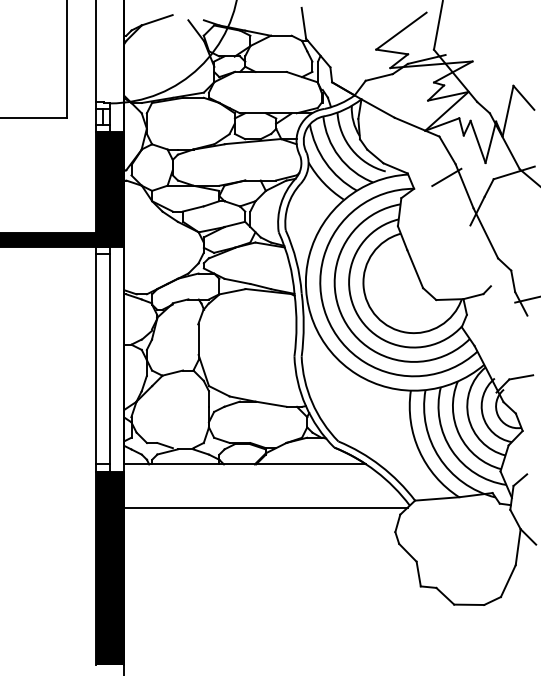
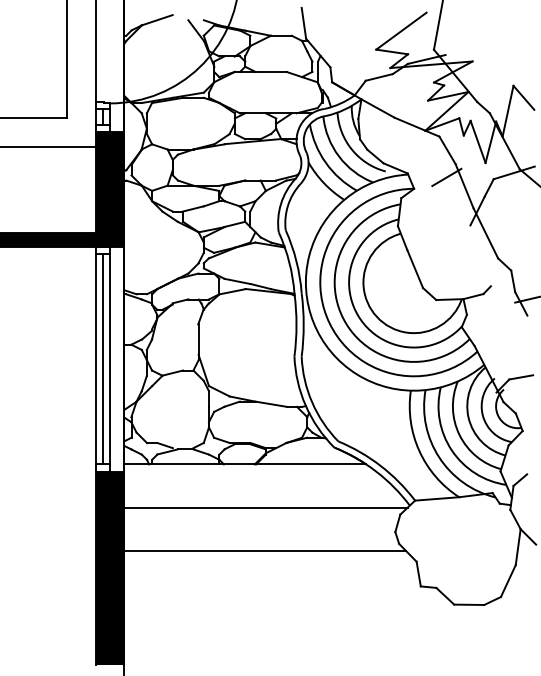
line at (48, 146): none -> present
line at (102, 359): none -> present
line at (264, 550): none -> present
